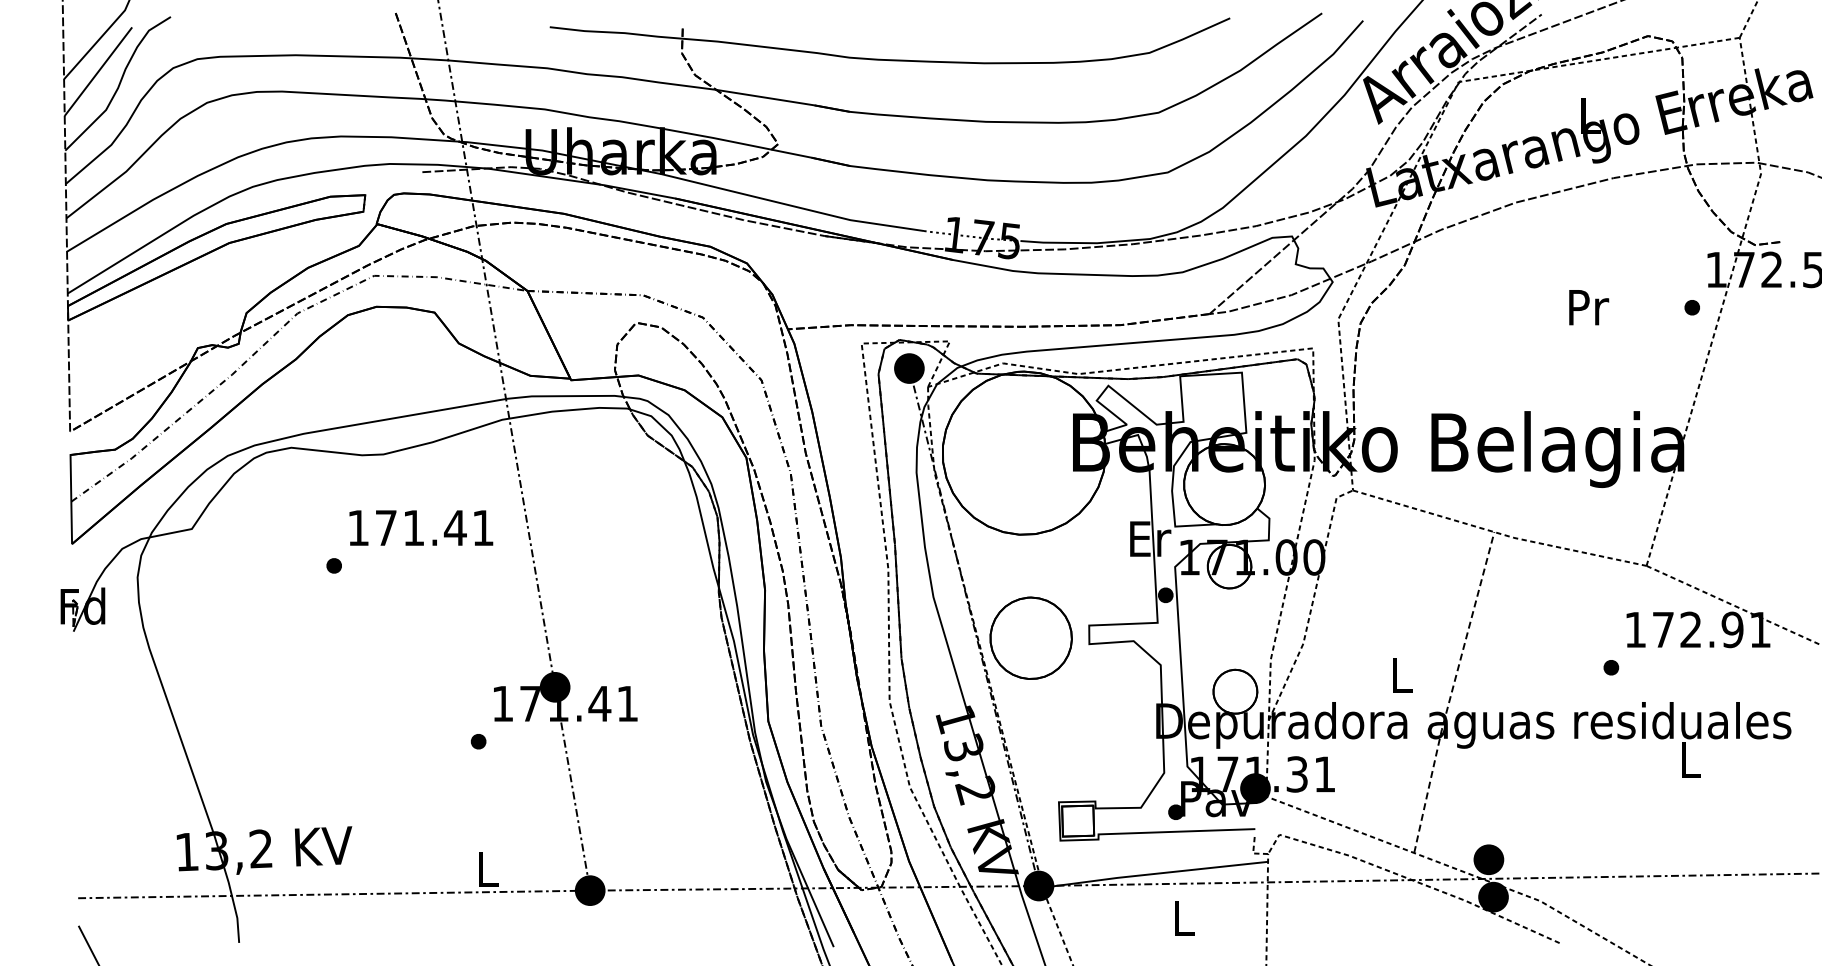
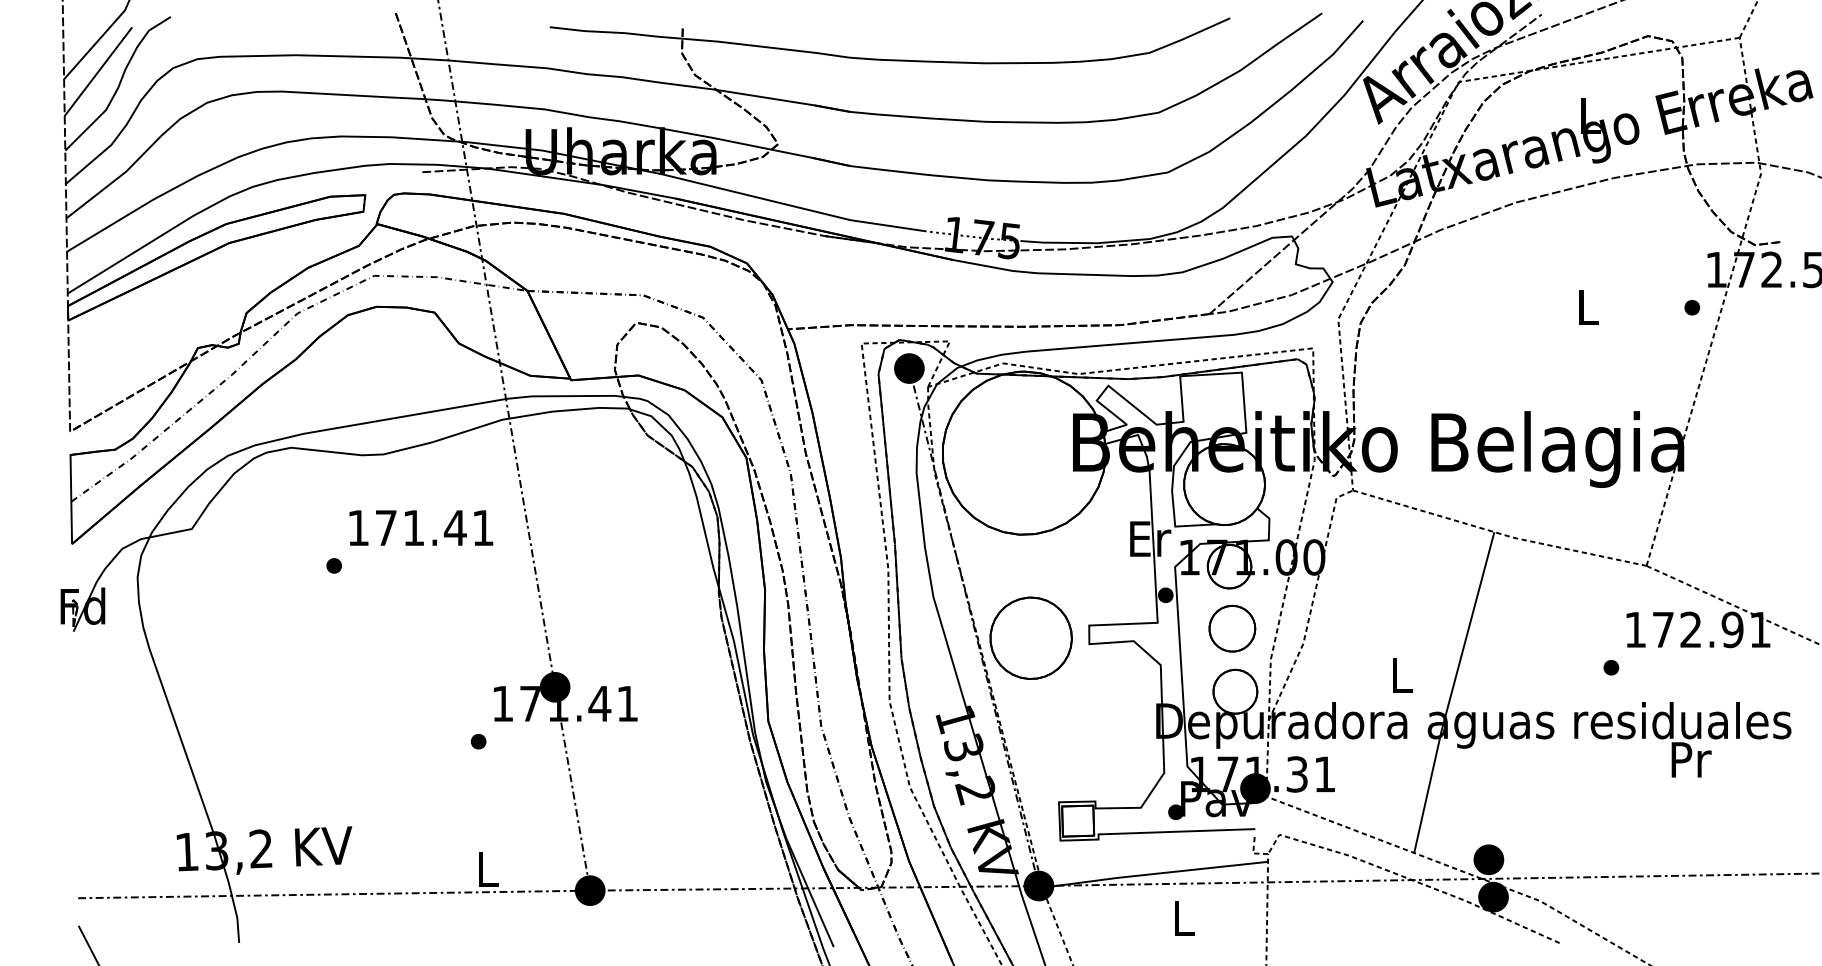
text at (1589, 307): Pr -> L
part at (1232, 628): none -> present
line at (1451, 692): dashed -> solid
text at (1691, 759): L -> Pr
